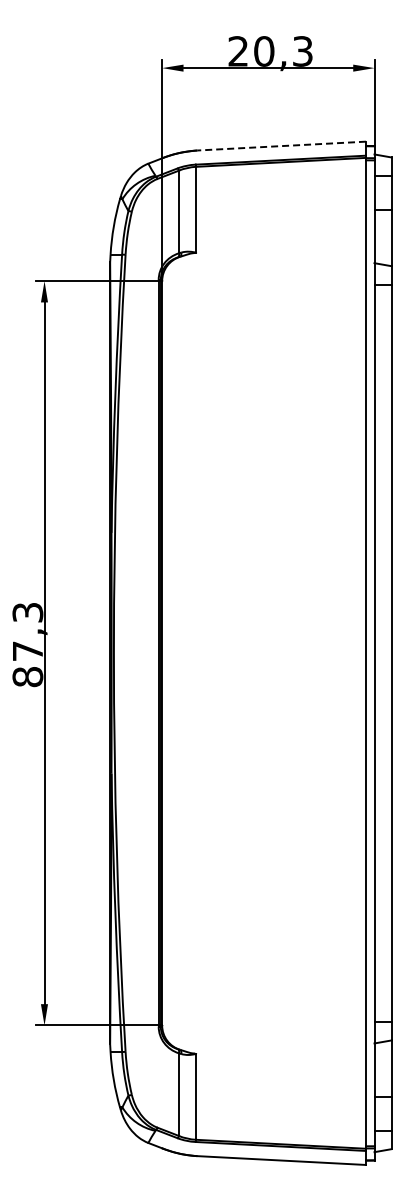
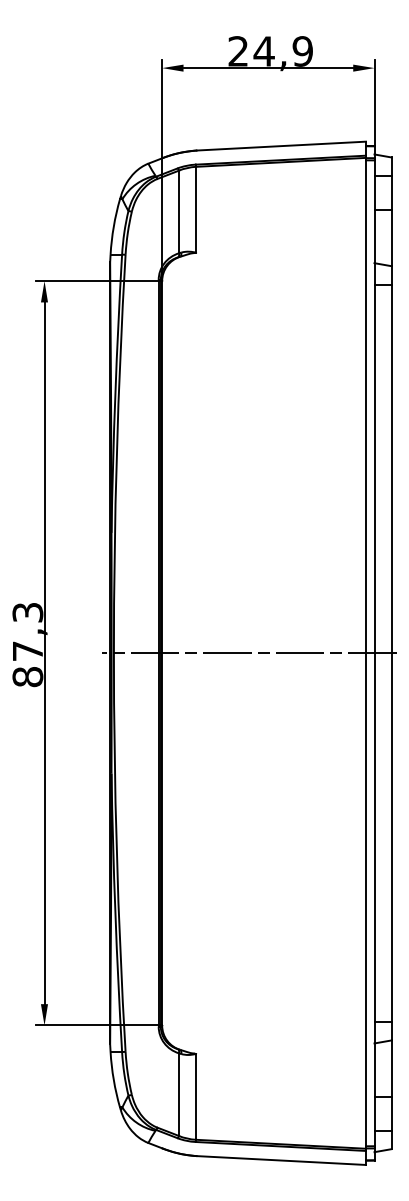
text at (282, 51): 20,3 -> 24,9
line at (281, 146): dashed -> solid
line at (249, 653): none -> present
